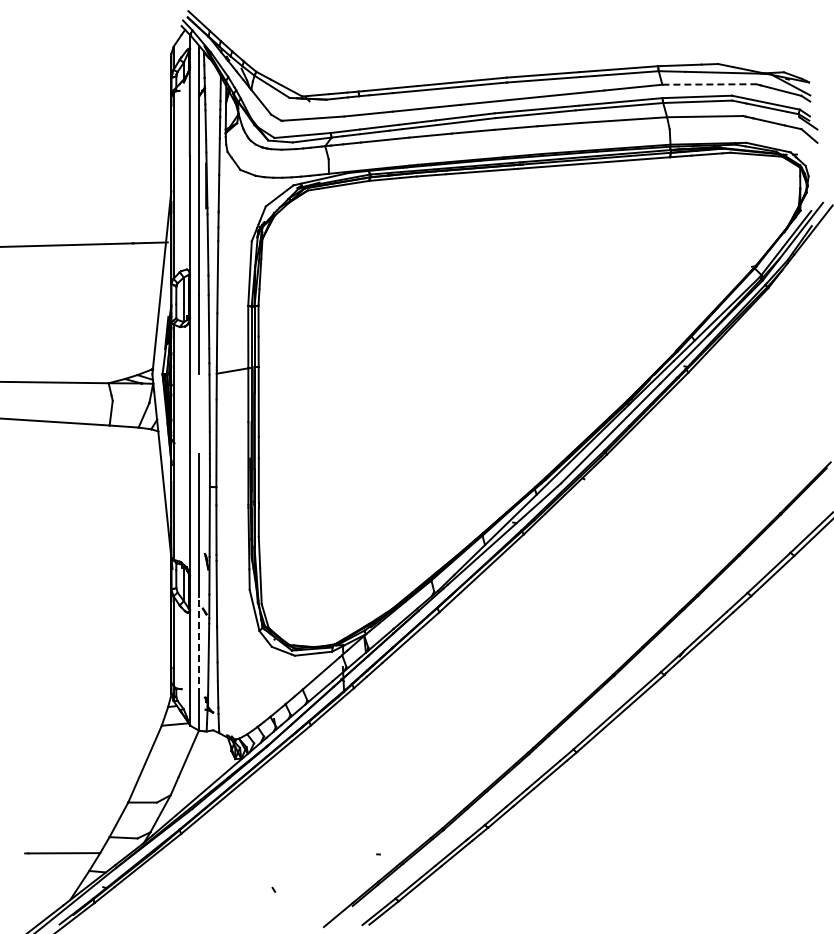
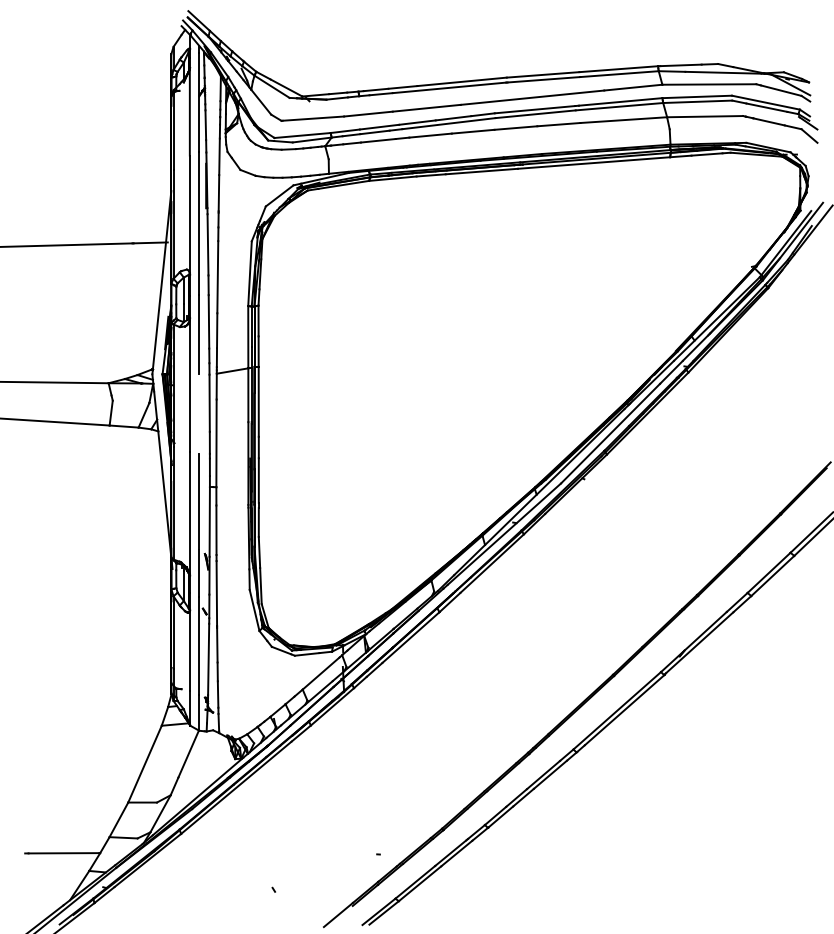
line at (709, 84): dashed -> solid
line at (199, 645): dashed -> solid
